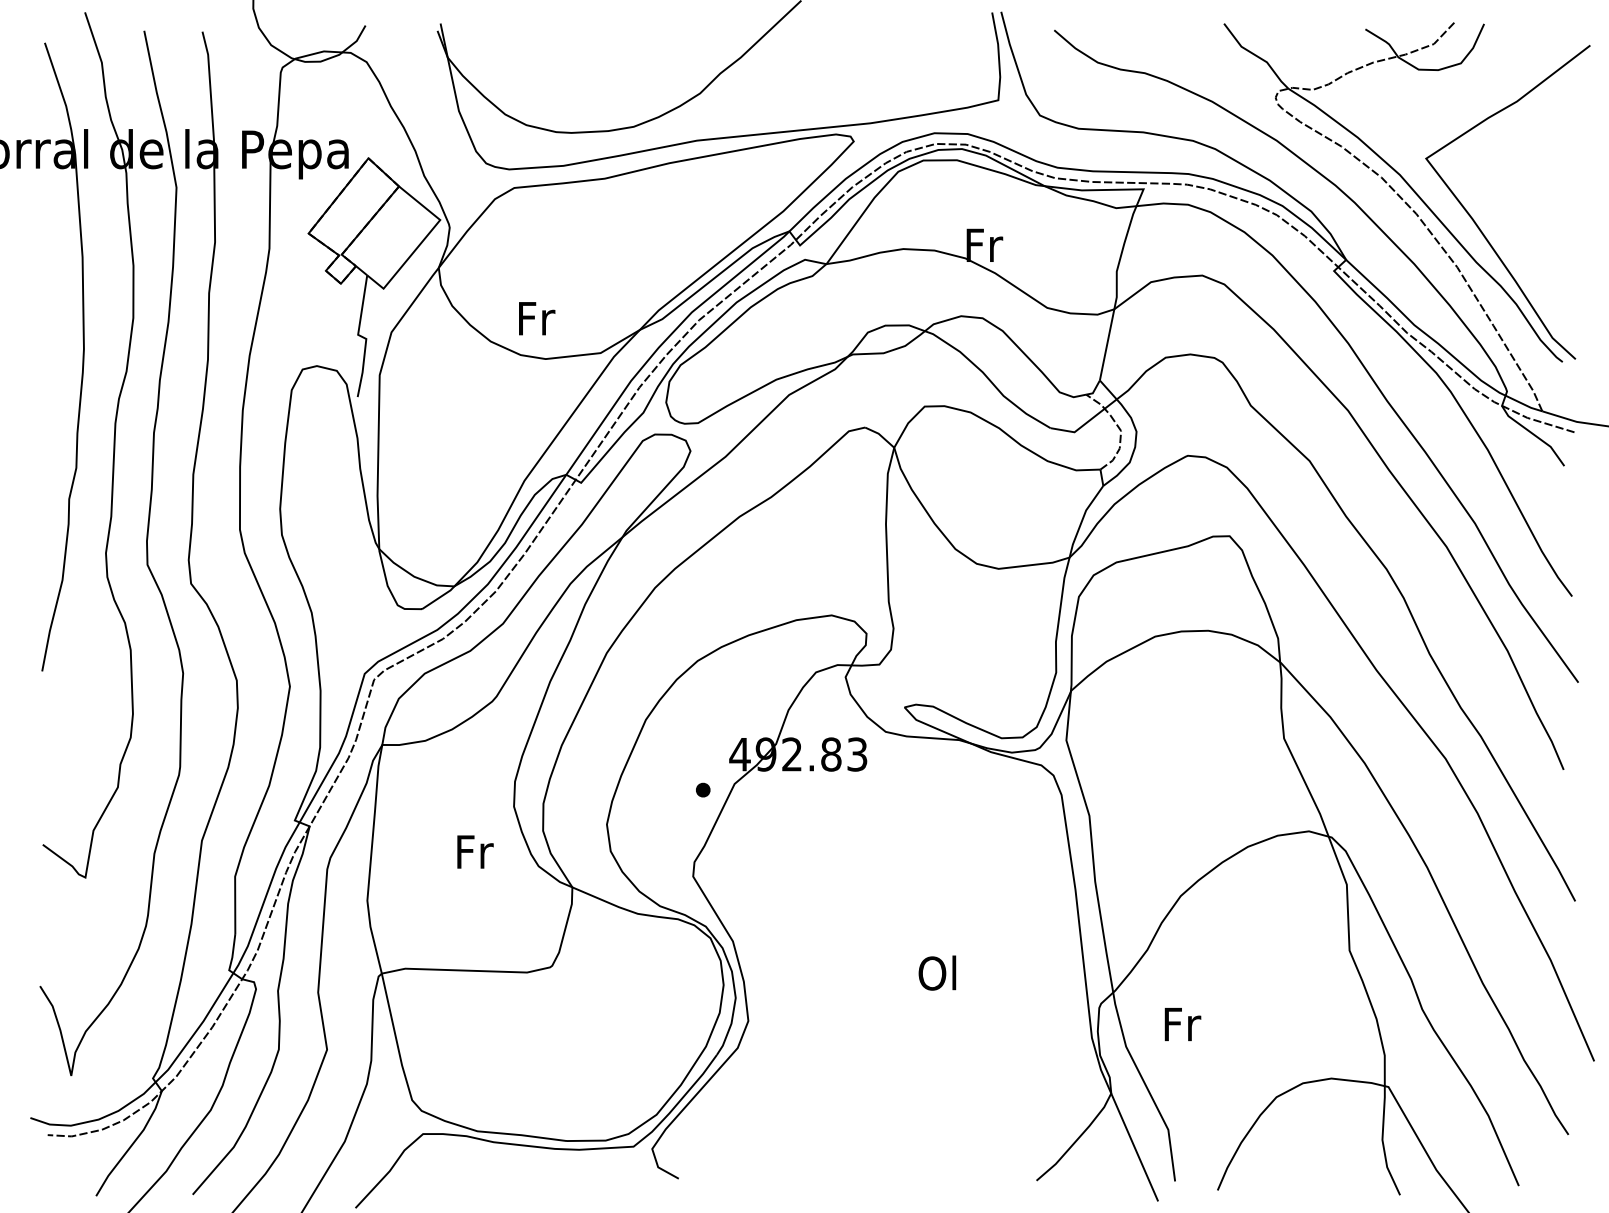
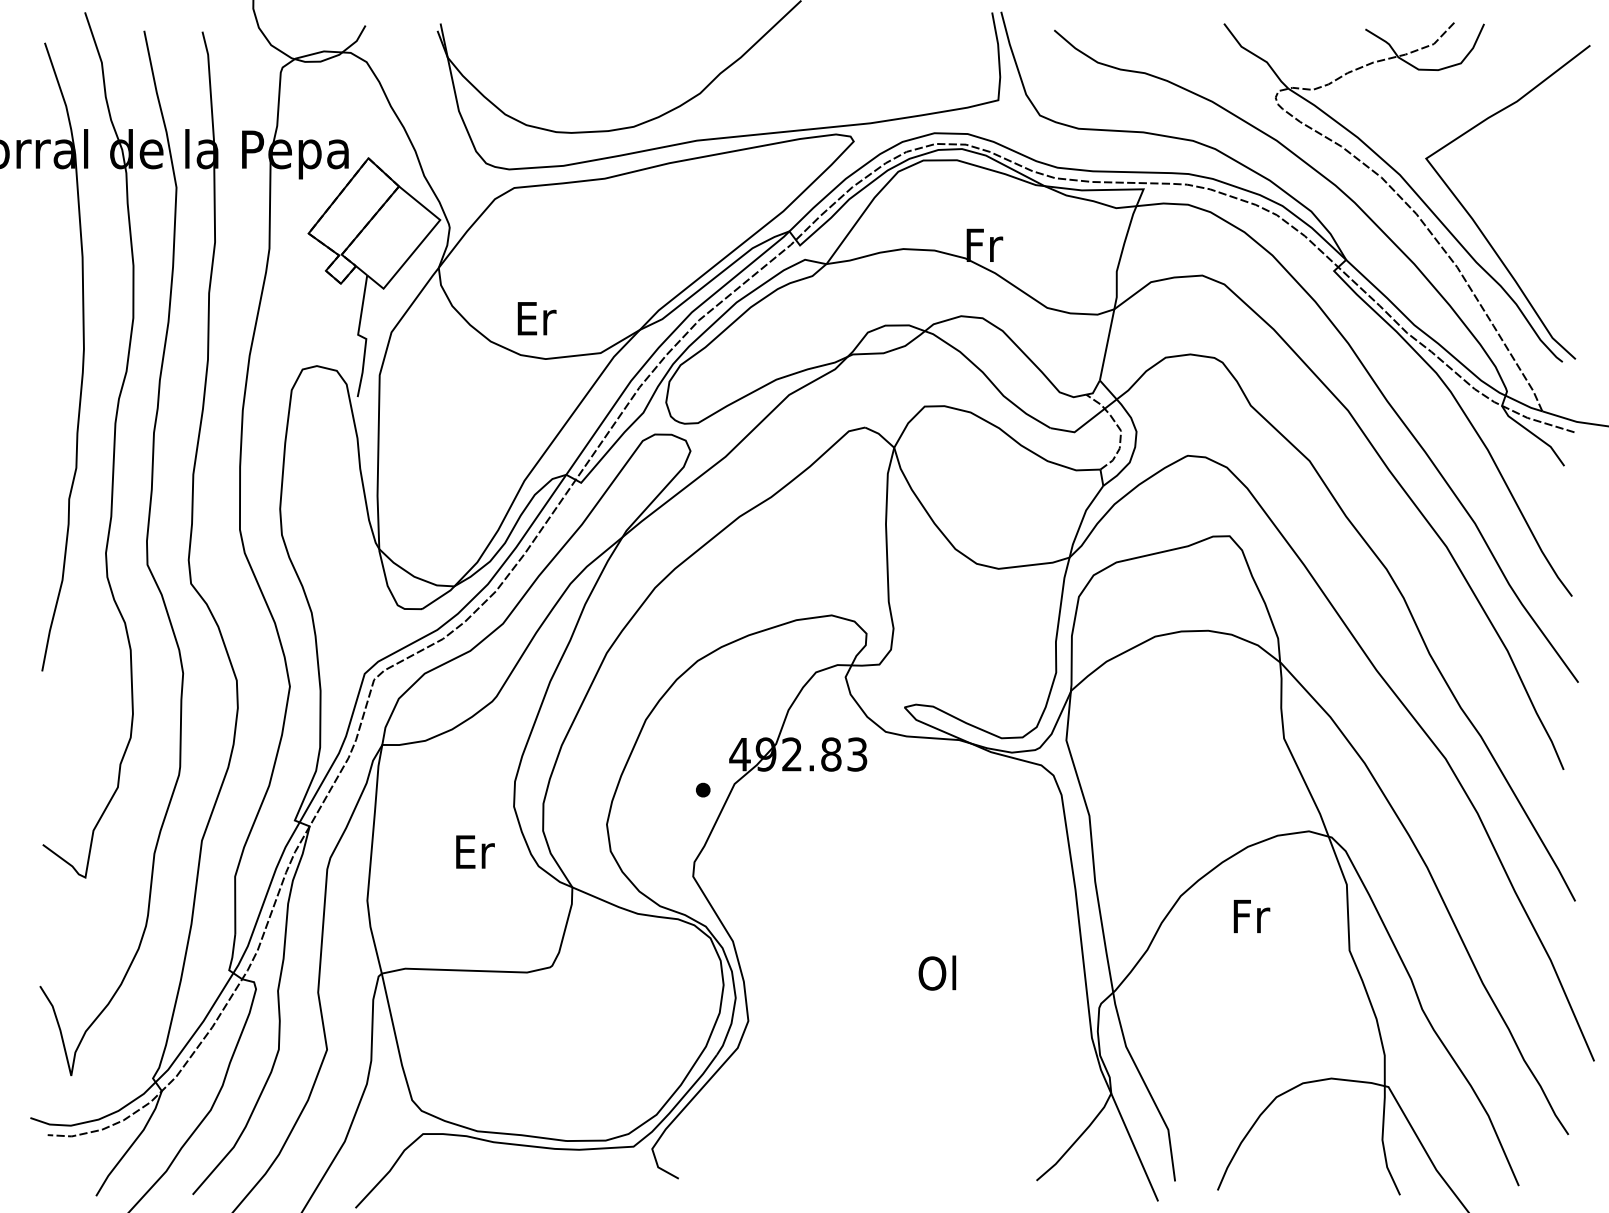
text at (536, 318): Fr -> Er
text at (475, 851): Fr -> Er
text at (1182, 1024) position: (1182, 1024) -> (1251, 916)
